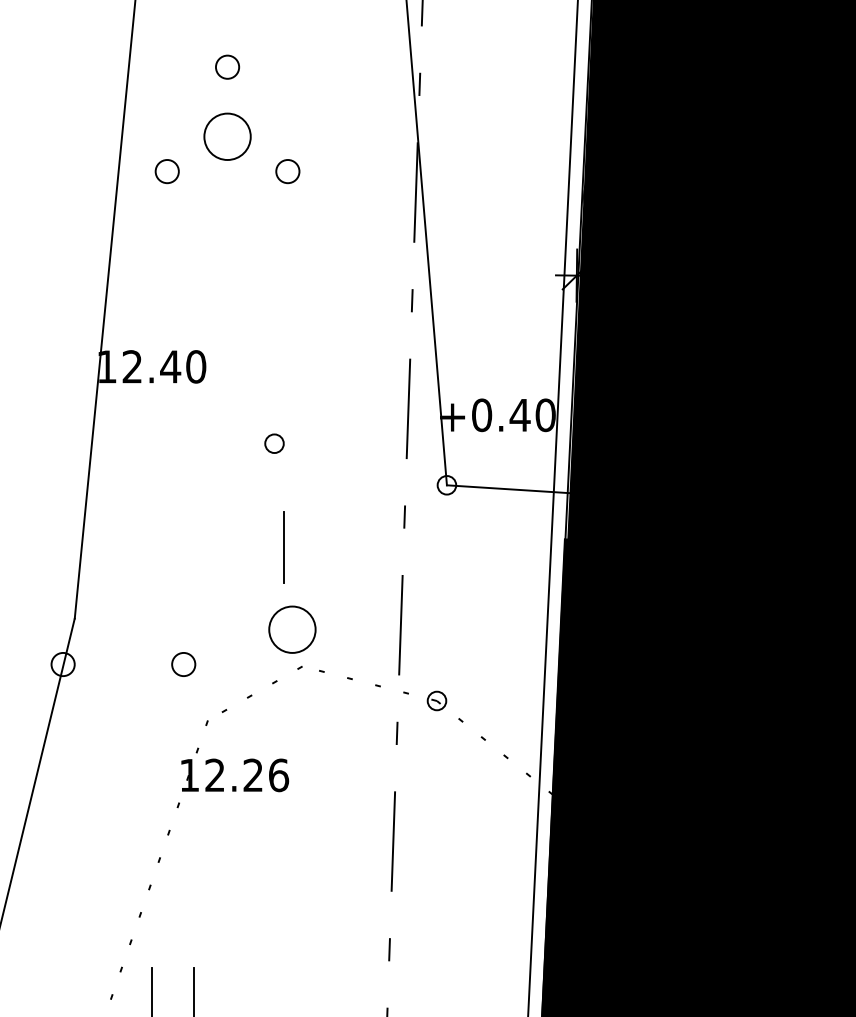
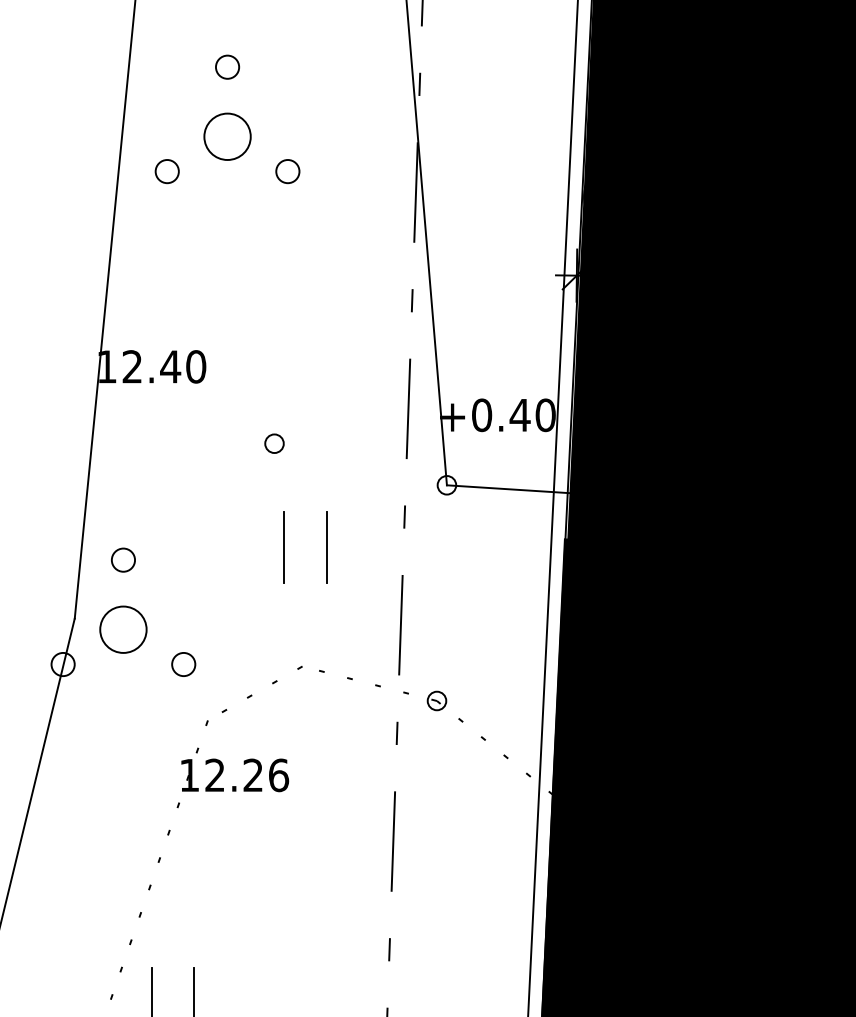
line at (326, 547): none -> present
circle at (123, 559): none -> present
circle at (292, 629) position: (292, 629) -> (123, 629)
